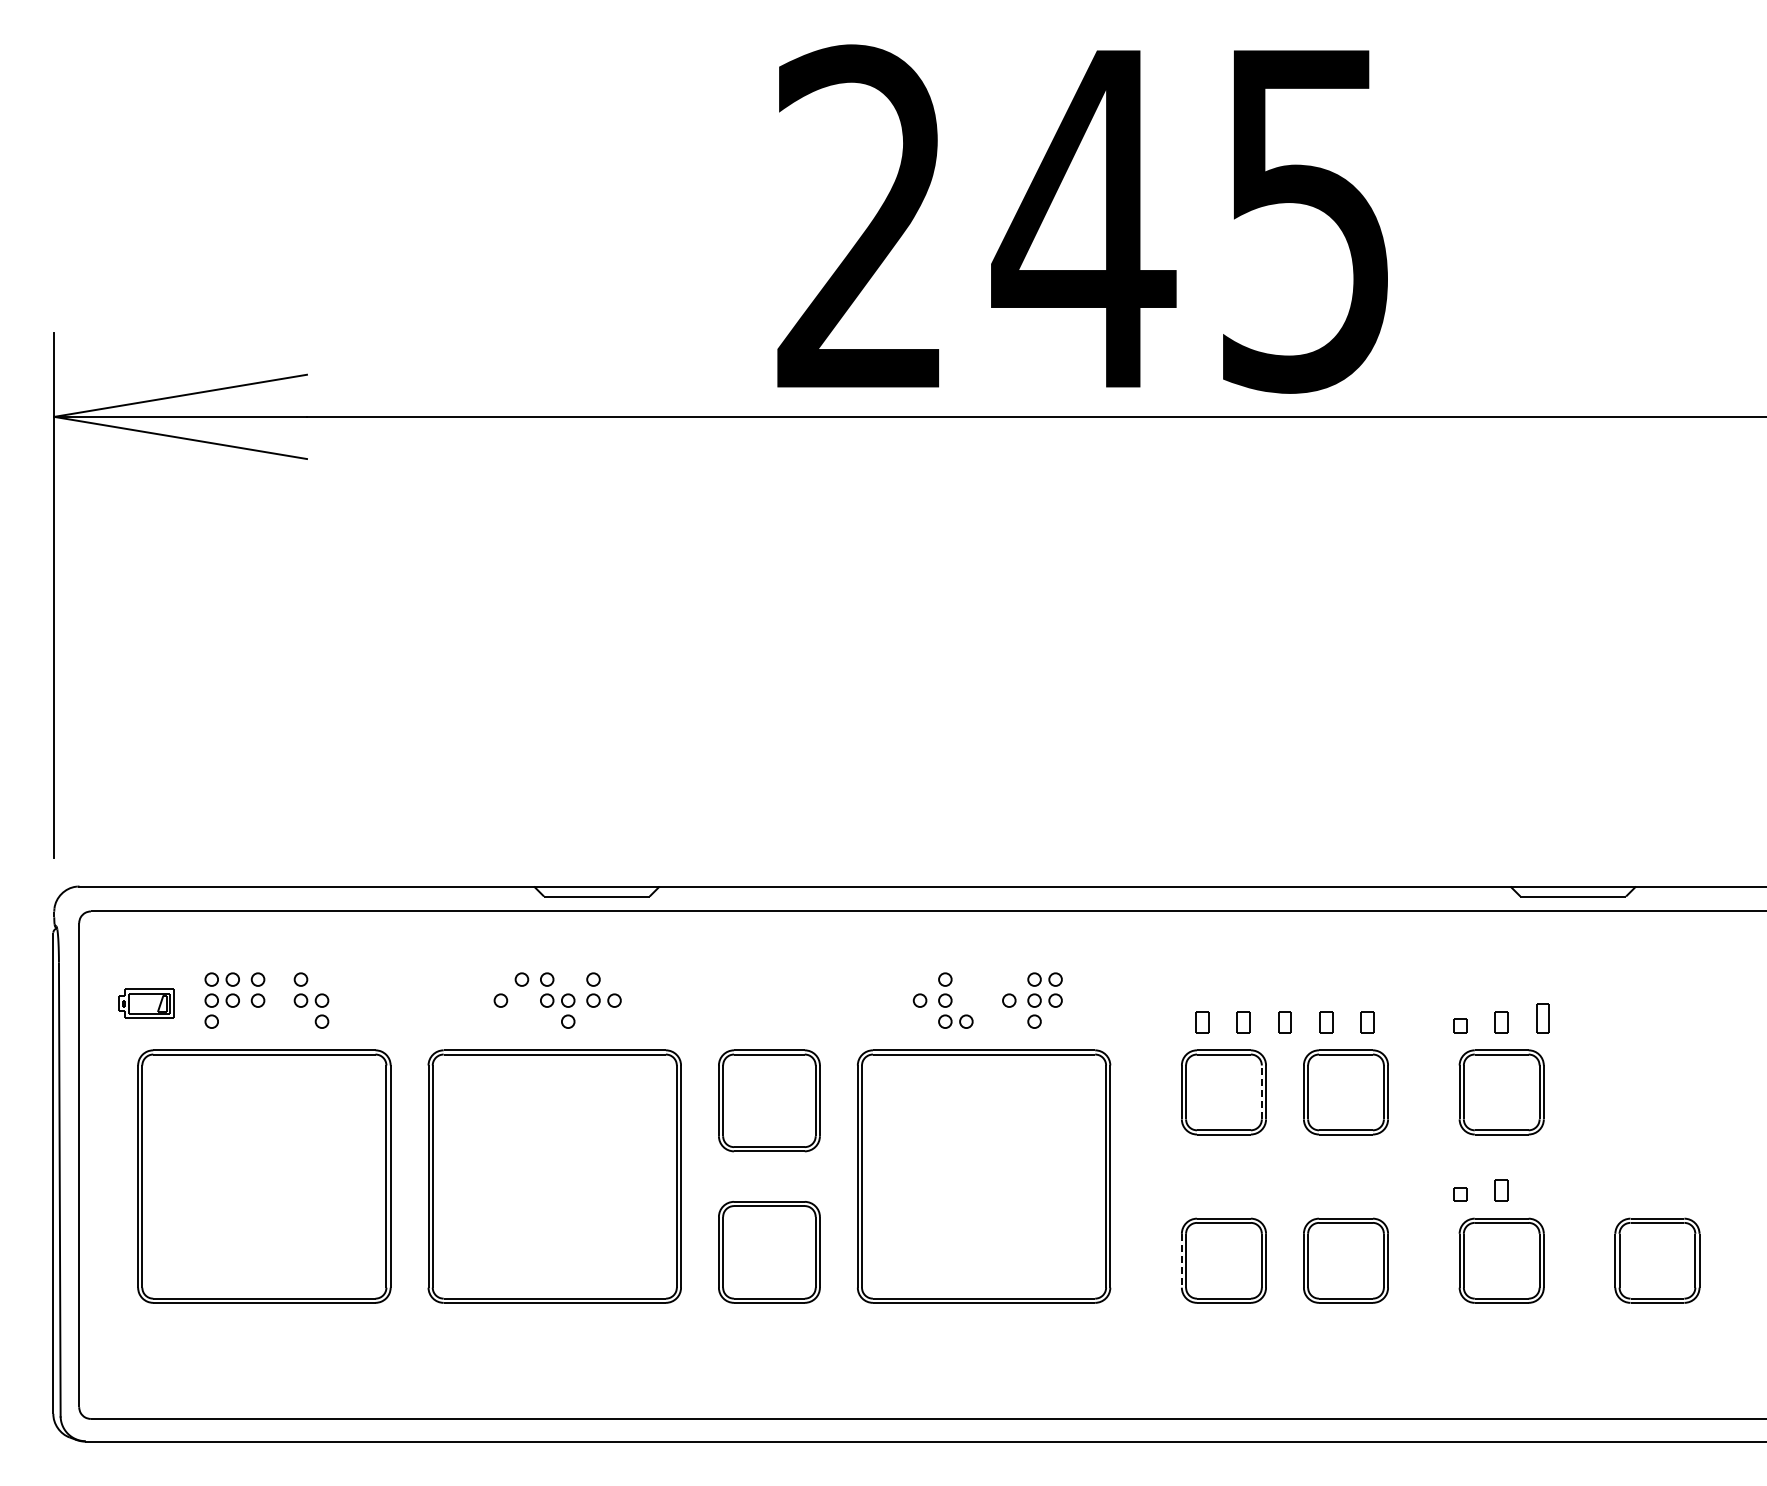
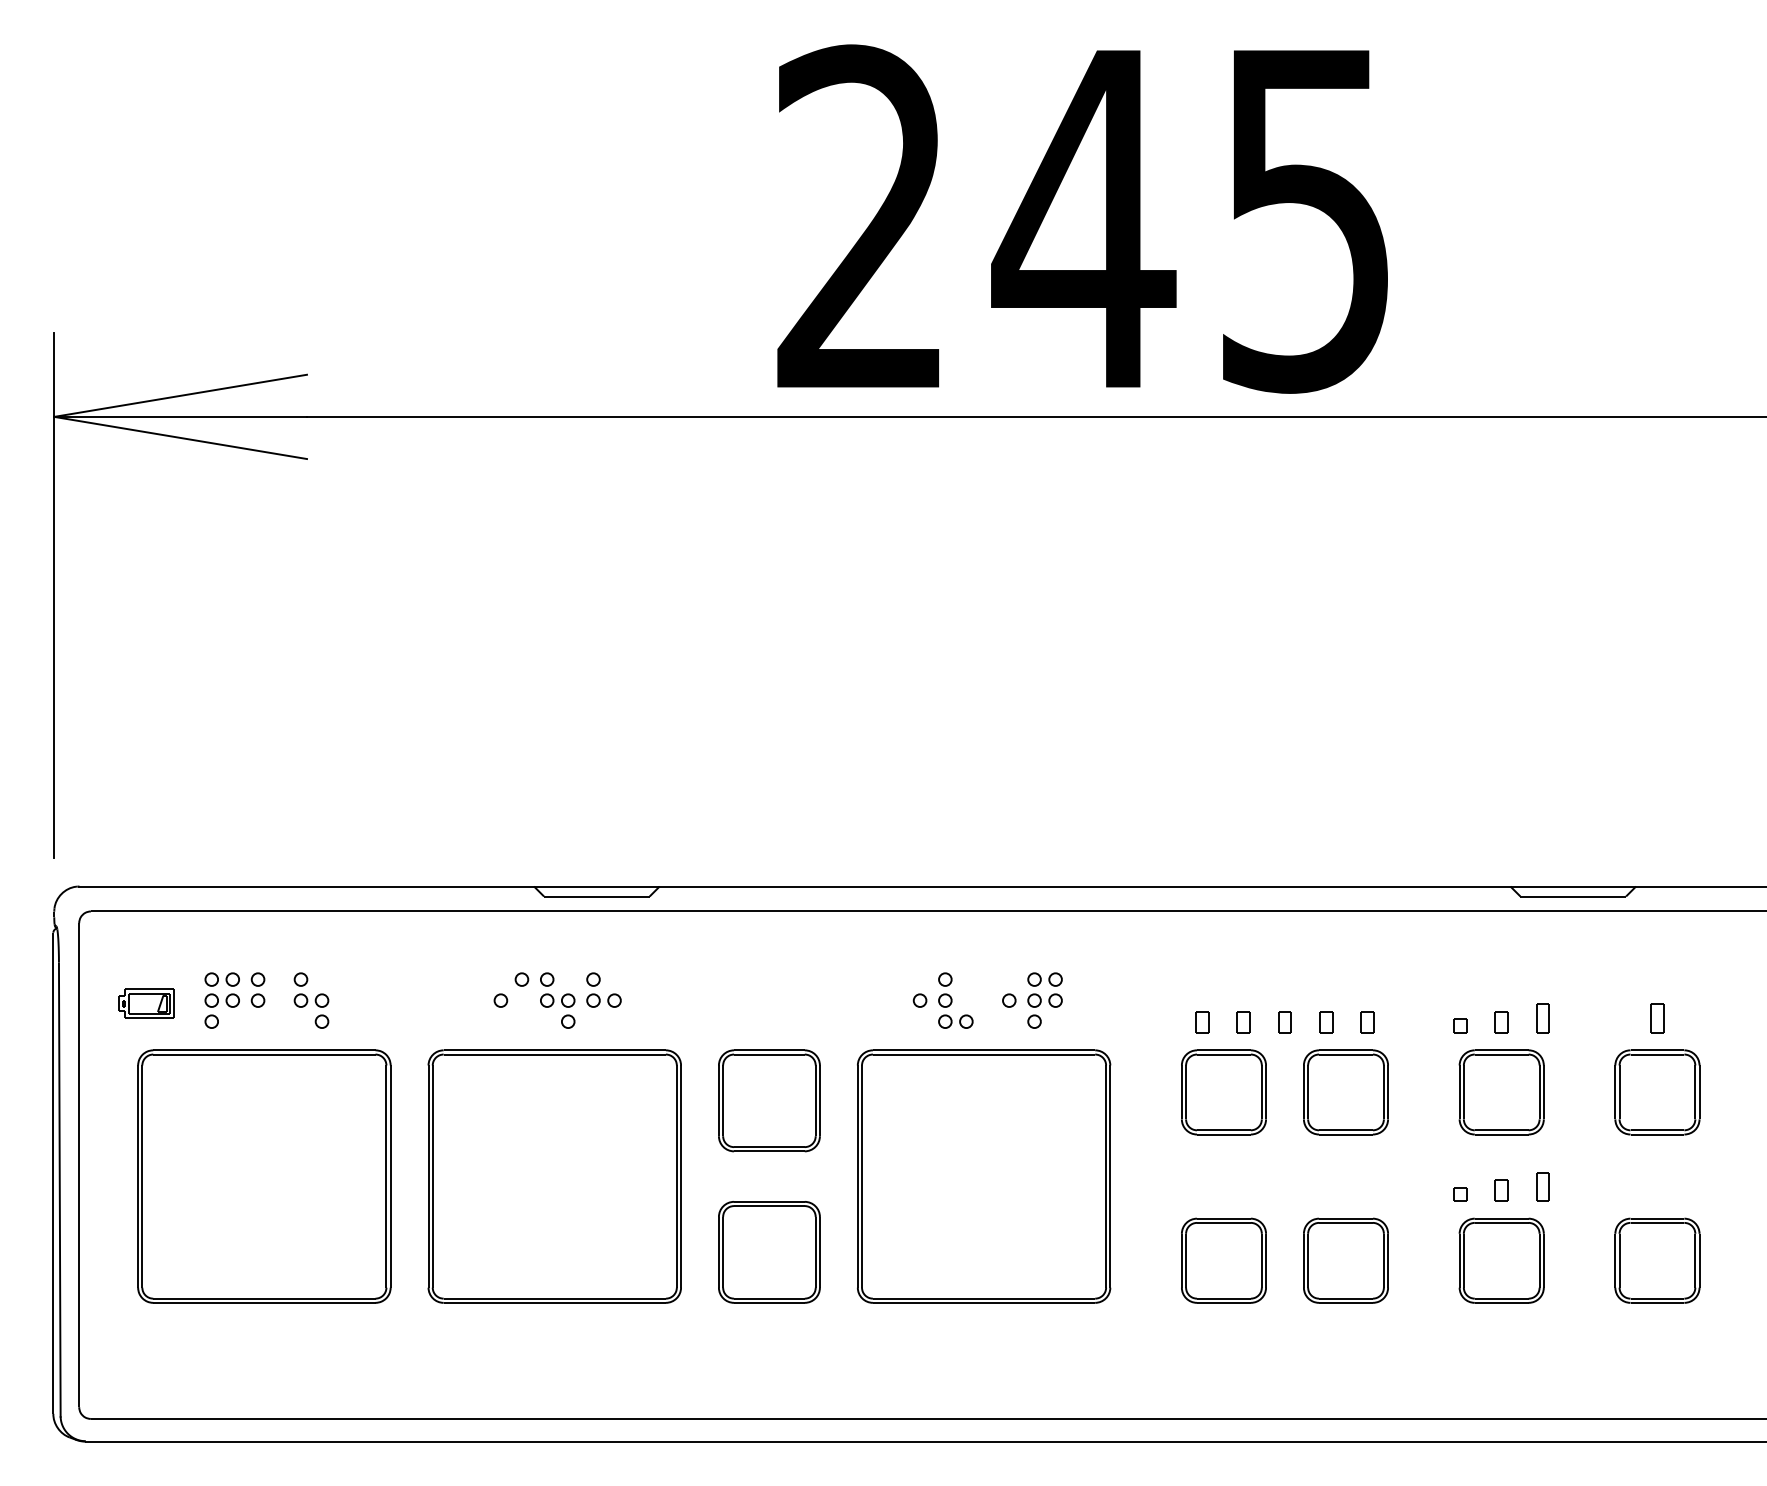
part at (1657, 1018): none -> present
line at (1261, 1092): dashed -> solid
part at (1657, 1092): none -> present
part at (1542, 1186): none -> present
line at (1181, 1260): dashed -> solid
